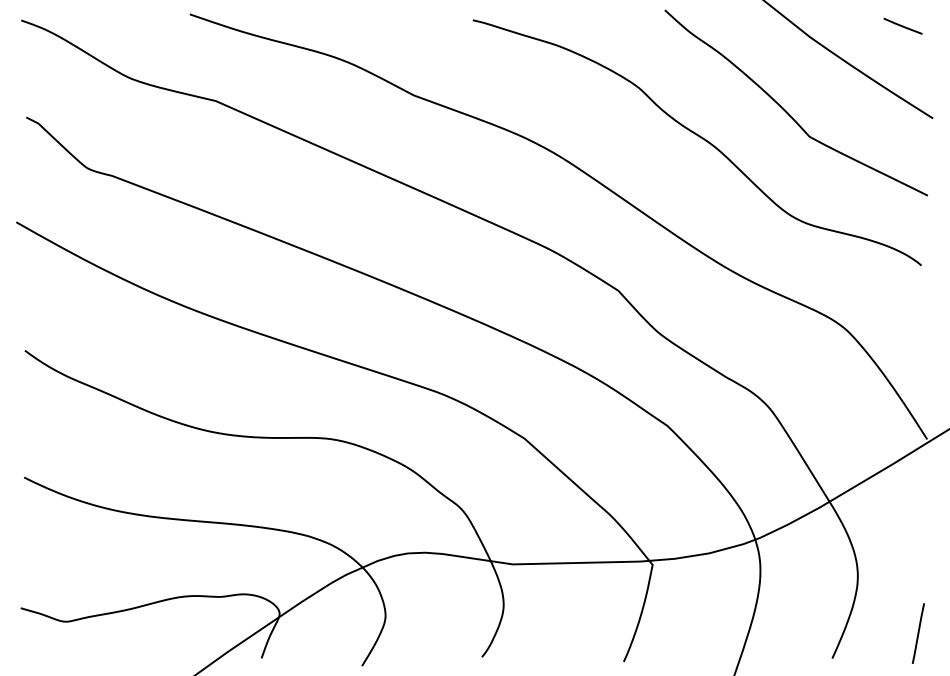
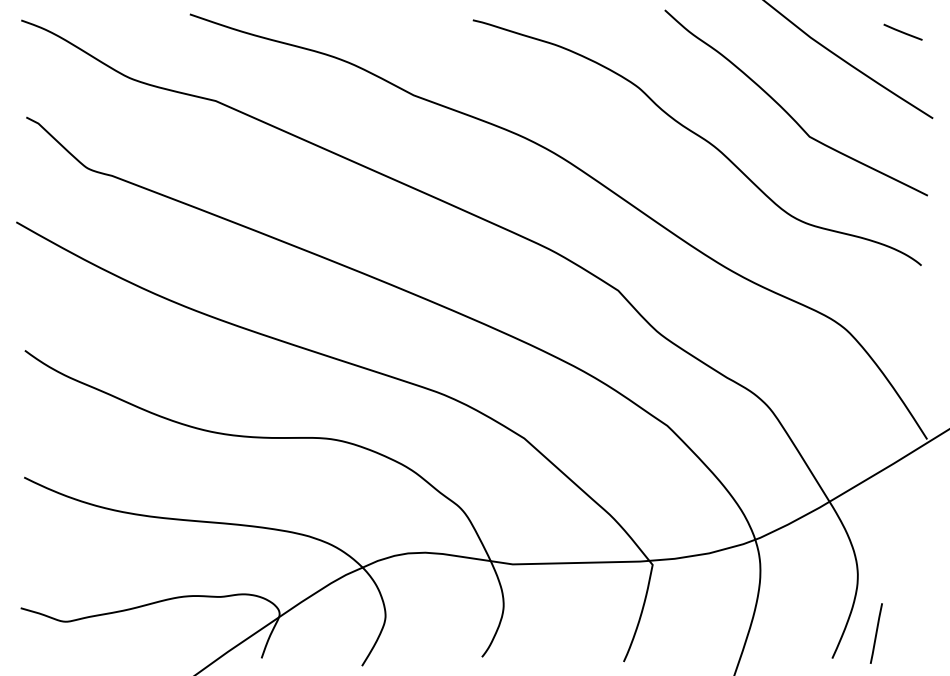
line at (902, 25) position: (902, 25) -> (902, 31)
line at (917, 633) position: (917, 633) -> (875, 633)
